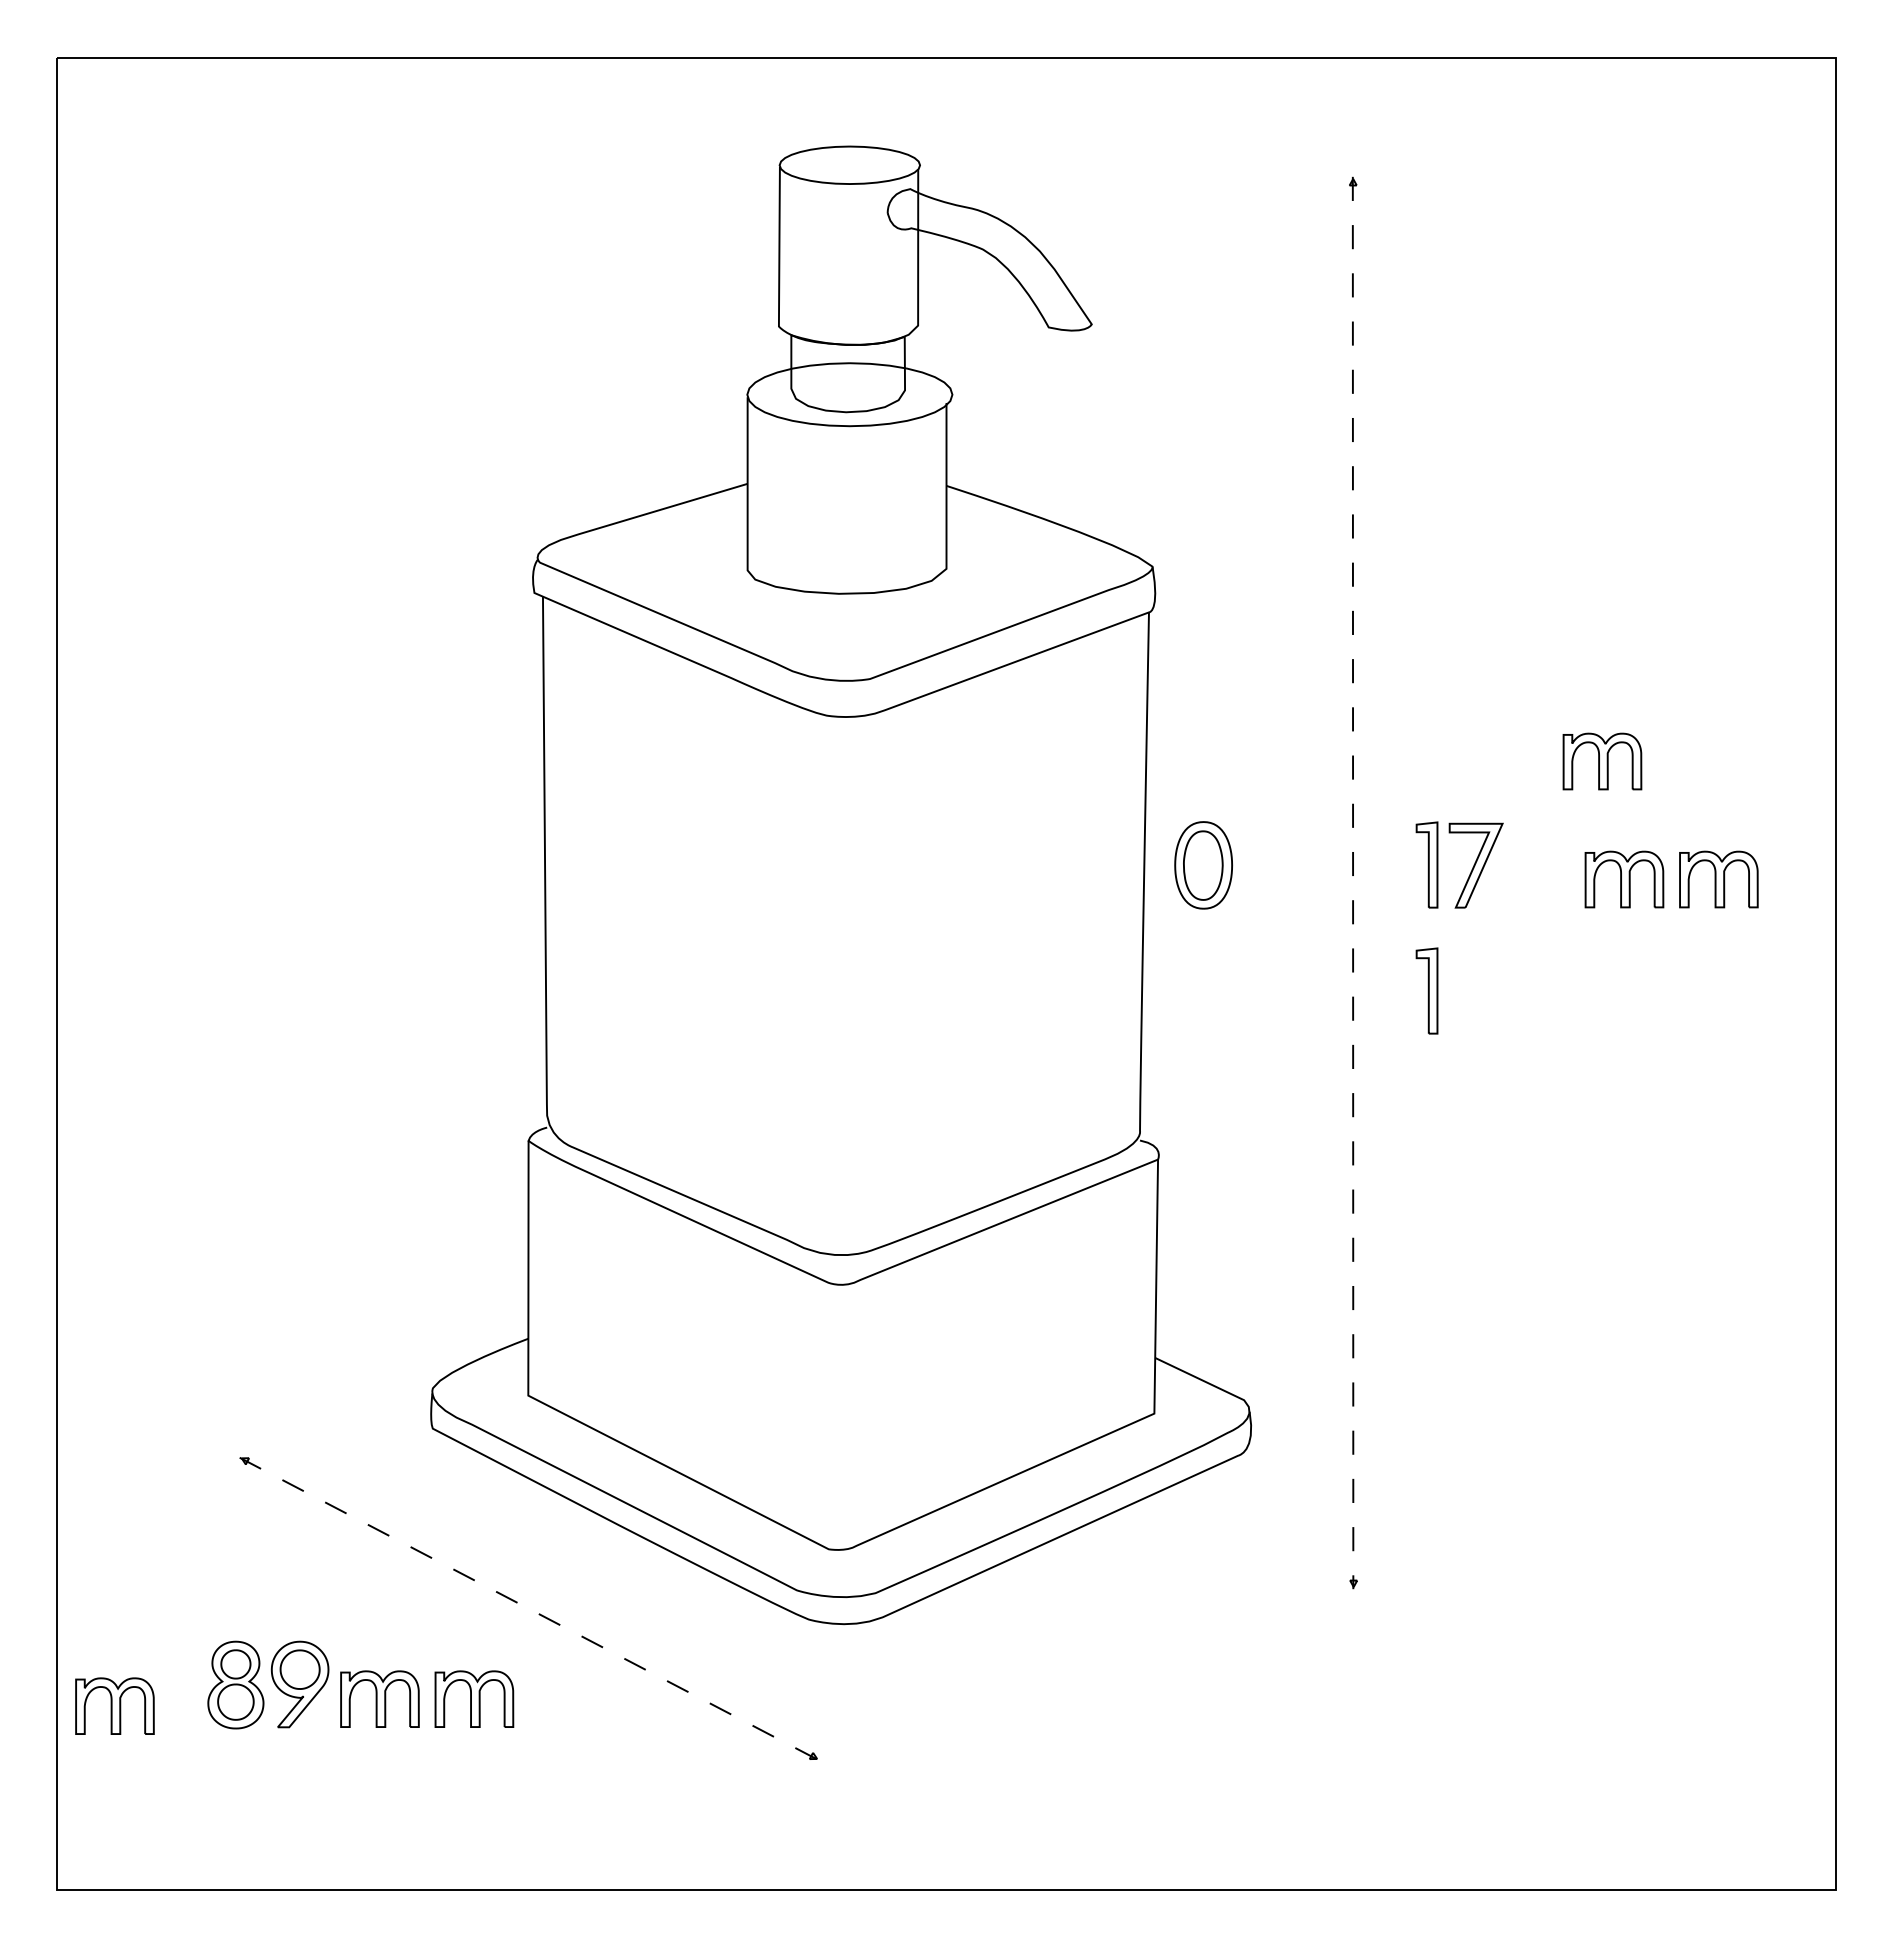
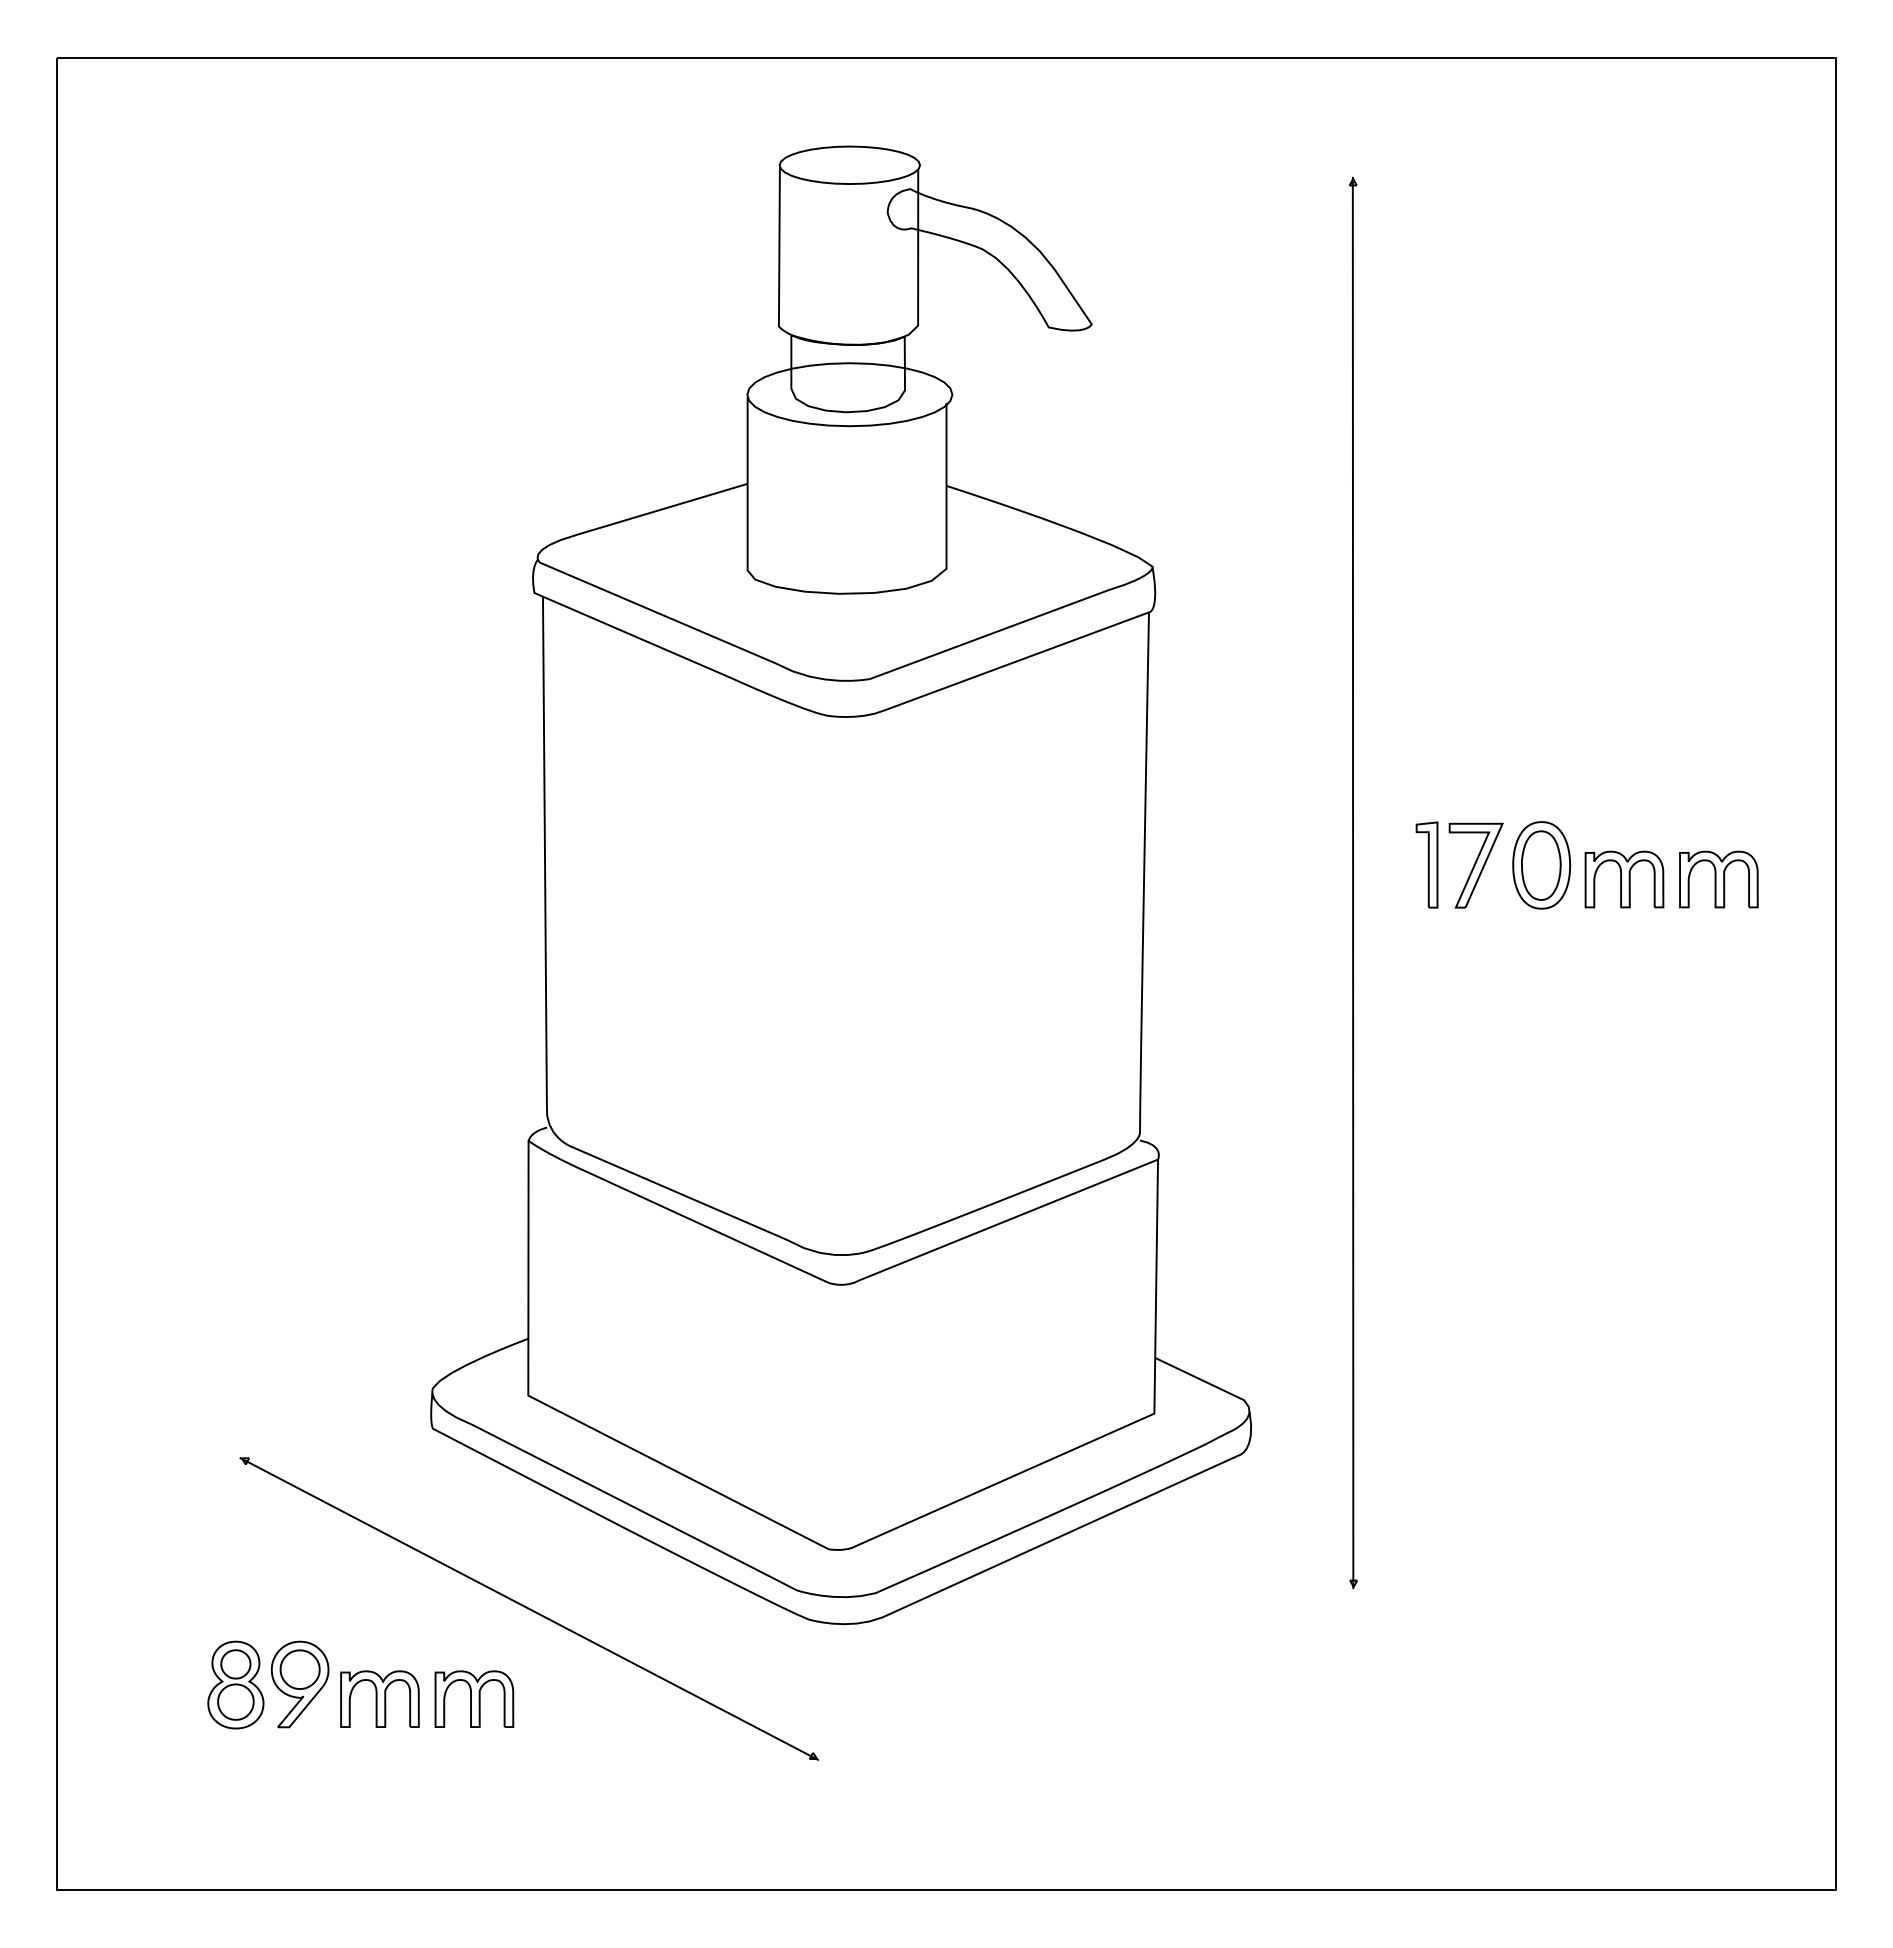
part at (1602, 761): present -> none
part at (1203, 865) position: (1203, 865) -> (1541, 865)
line at (1353, 883): dashed -> solid
part at (1426, 990): present -> none
line at (529, 1609): dashed -> solid
part at (114, 1705): present -> none
